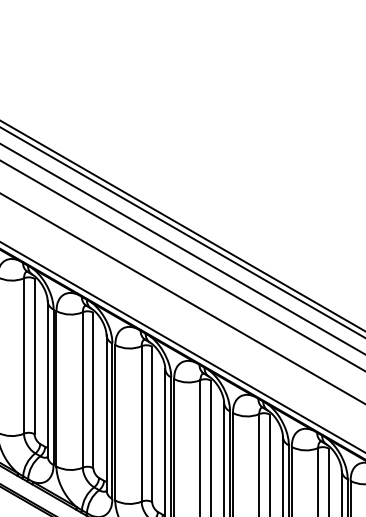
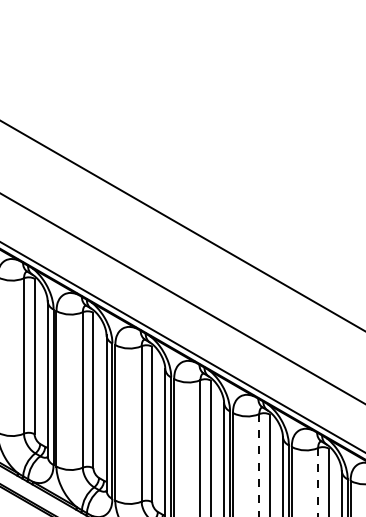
line at (182, 232): present -> none
line at (182, 248): present -> none
line at (182, 265): present -> none
line at (259, 465): solid -> dashed
line at (318, 482): solid -> dashed
